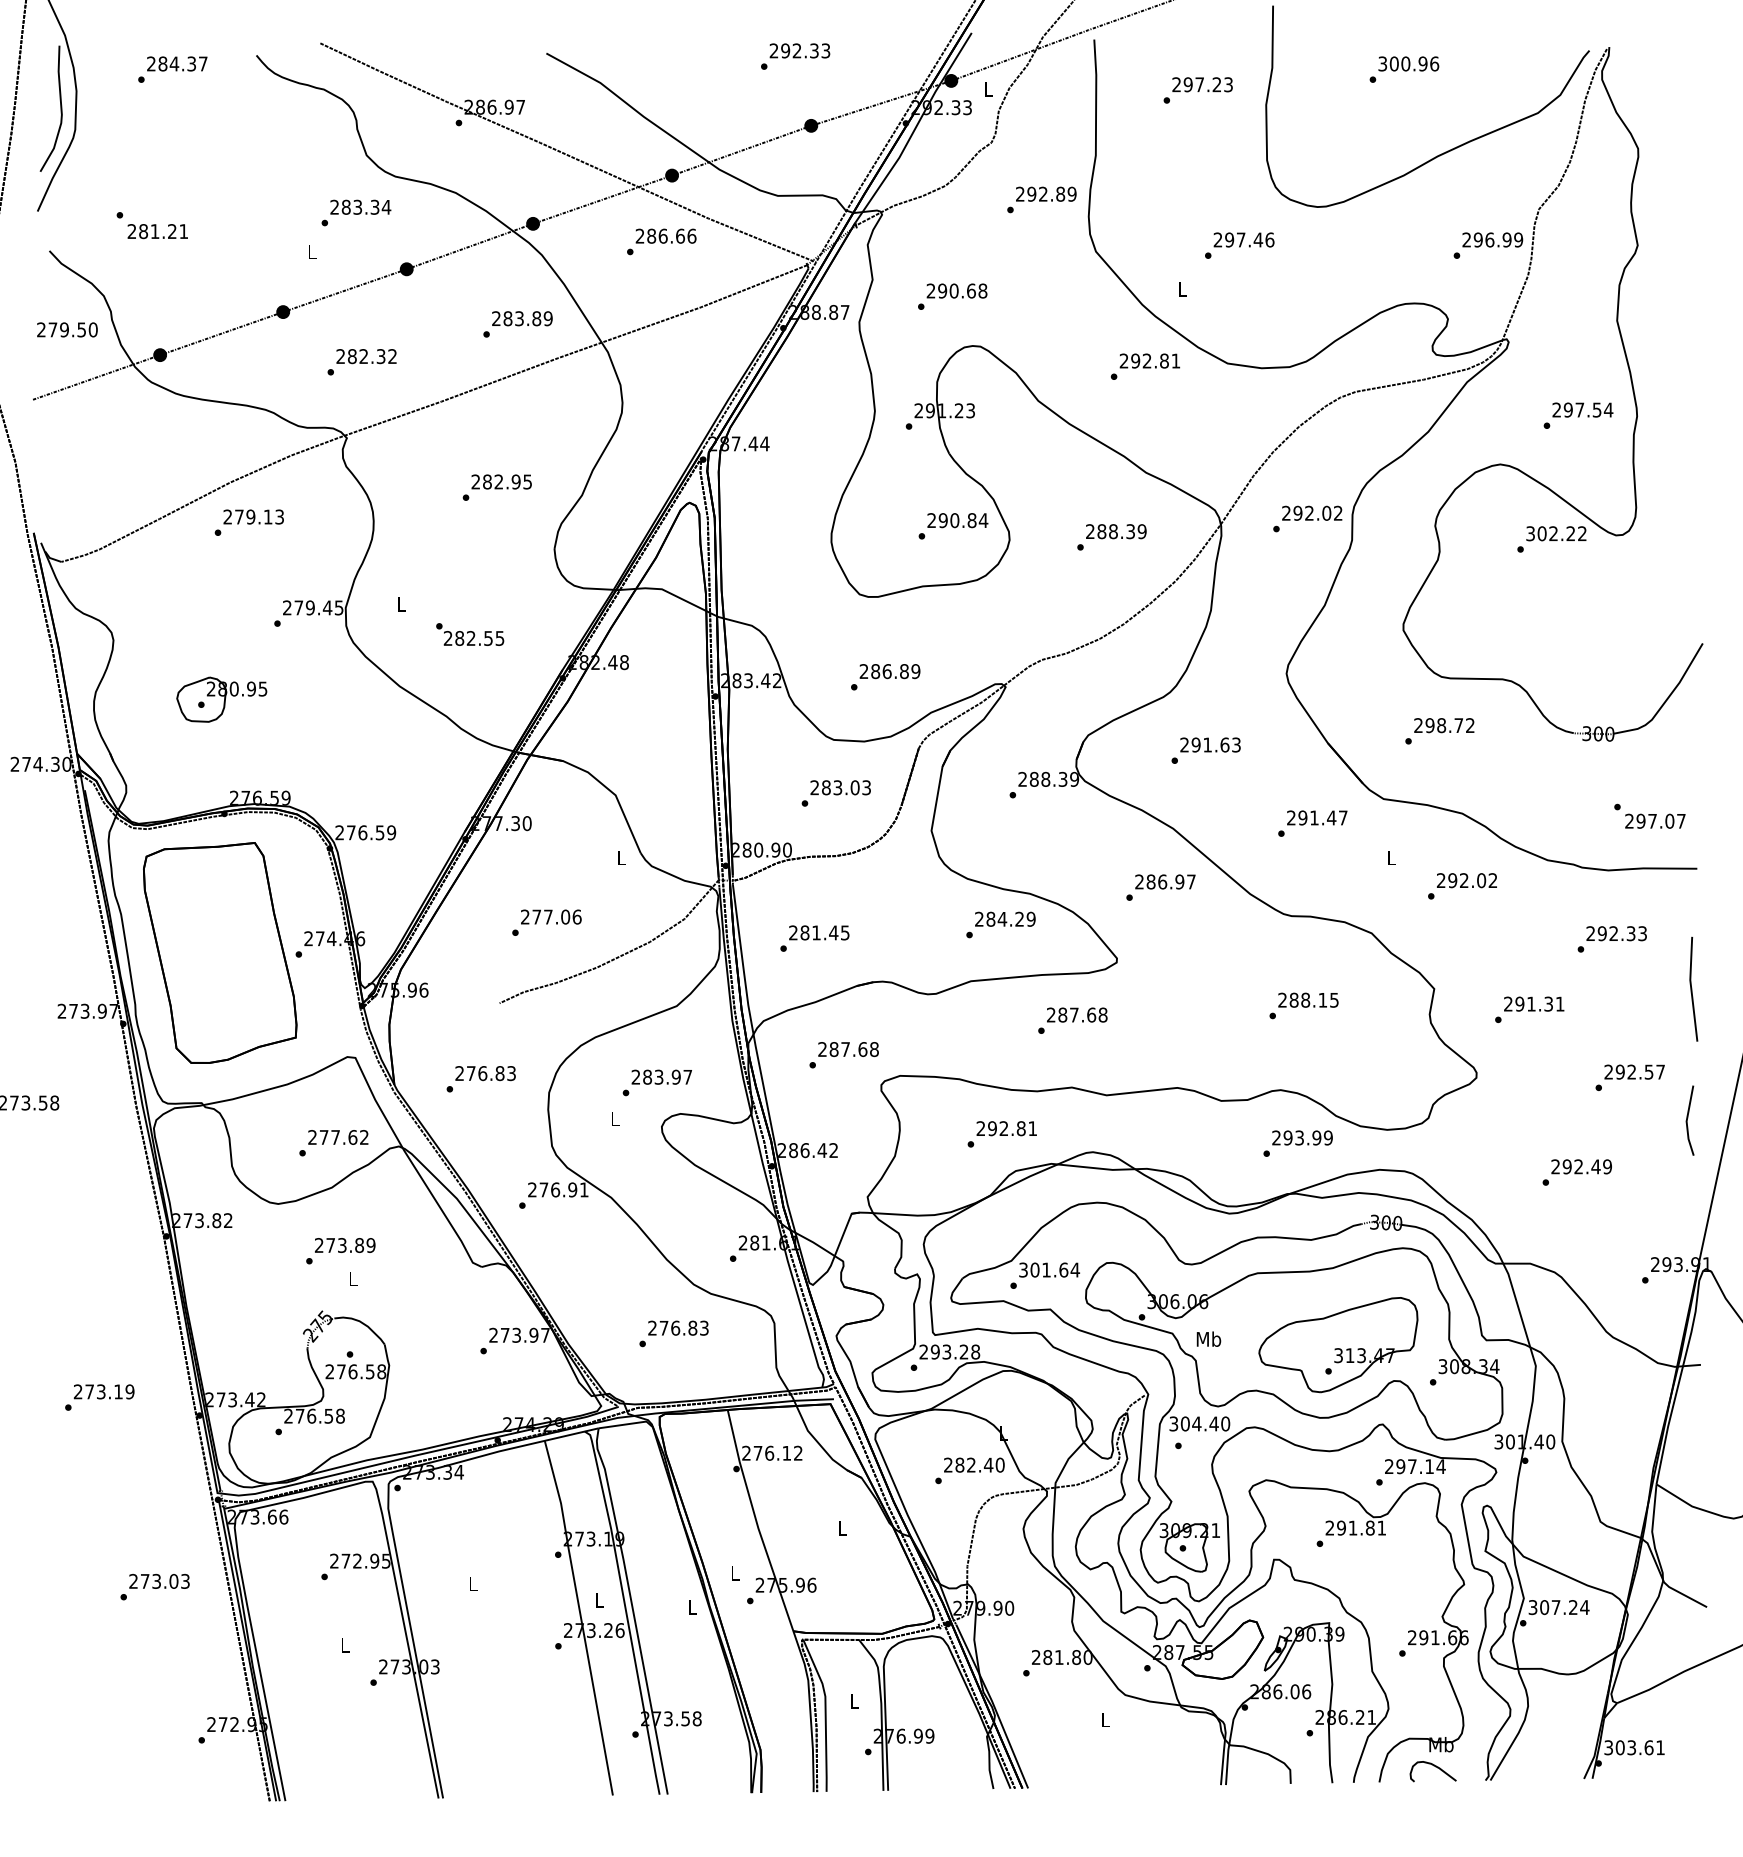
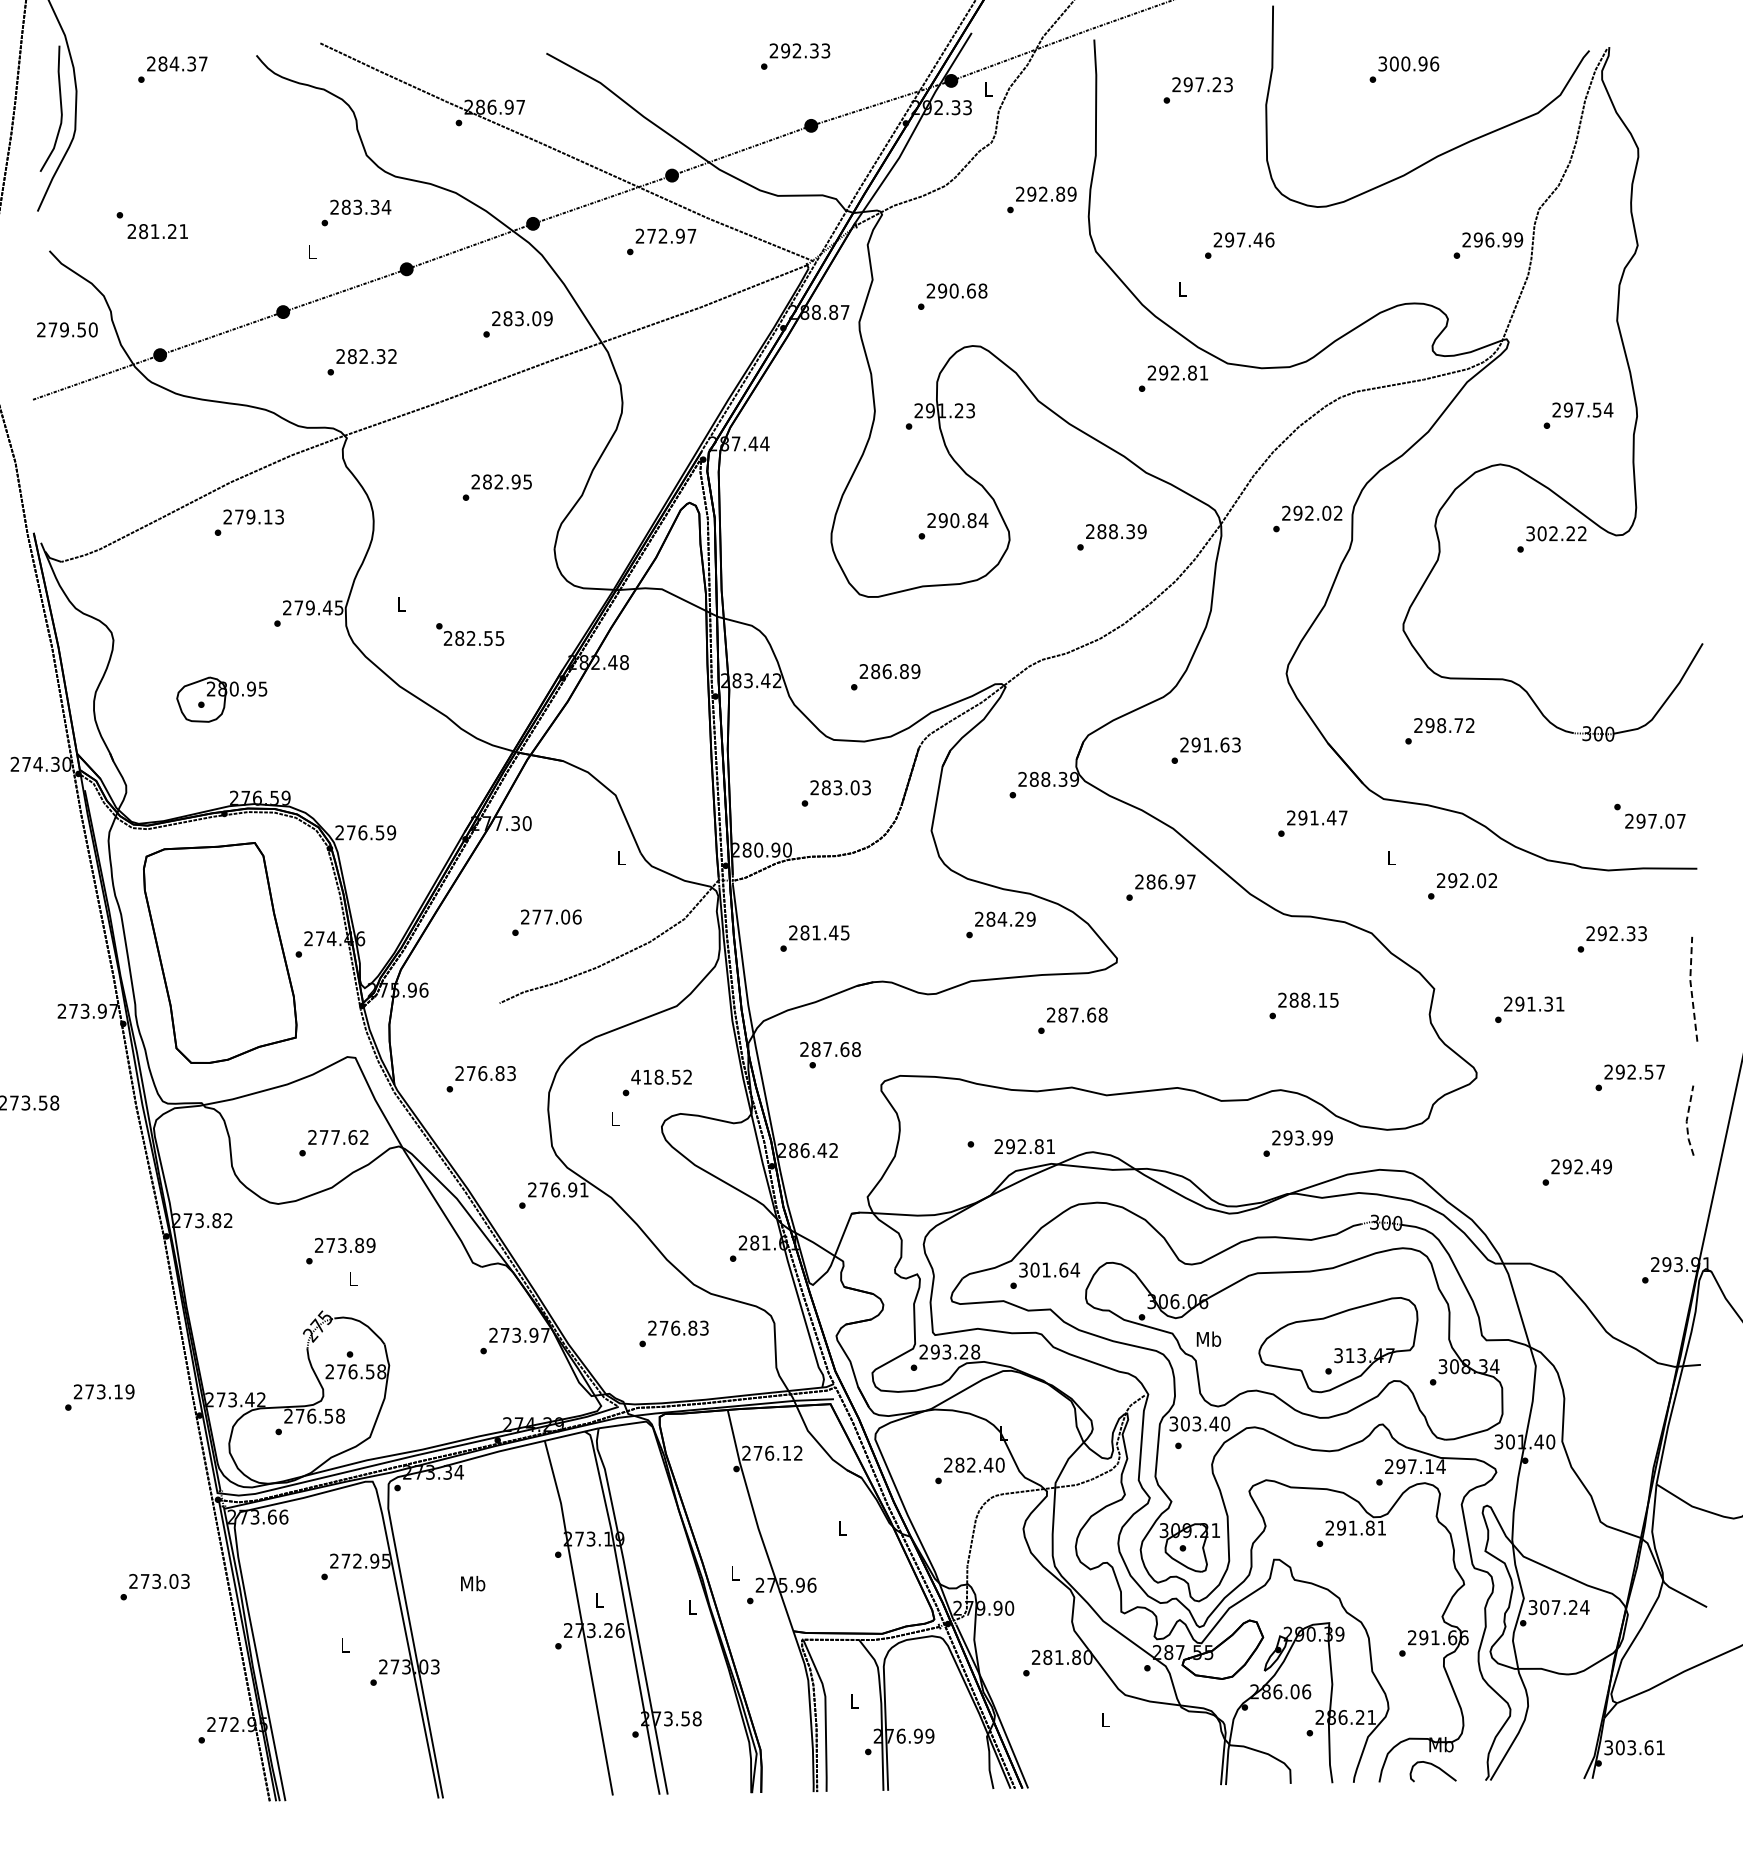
text at (671, 235): 286.66 -> 272.97
text at (536, 318): 283.89 -> 283.09
text at (1145, 366) position: (1145, 366) -> (1173, 378)
line at (1691, 988): solid -> dashed
text at (848, 1049) position: (848, 1049) -> (830, 1049)
text at (661, 1076): 283.97 -> 418.52
line at (1686, 1121): solid -> dashed
text at (1006, 1128) position: (1006, 1128) -> (1024, 1146)
text at (1196, 1423): 304.40 -> 303.40
text at (473, 1583): L -> Mb
